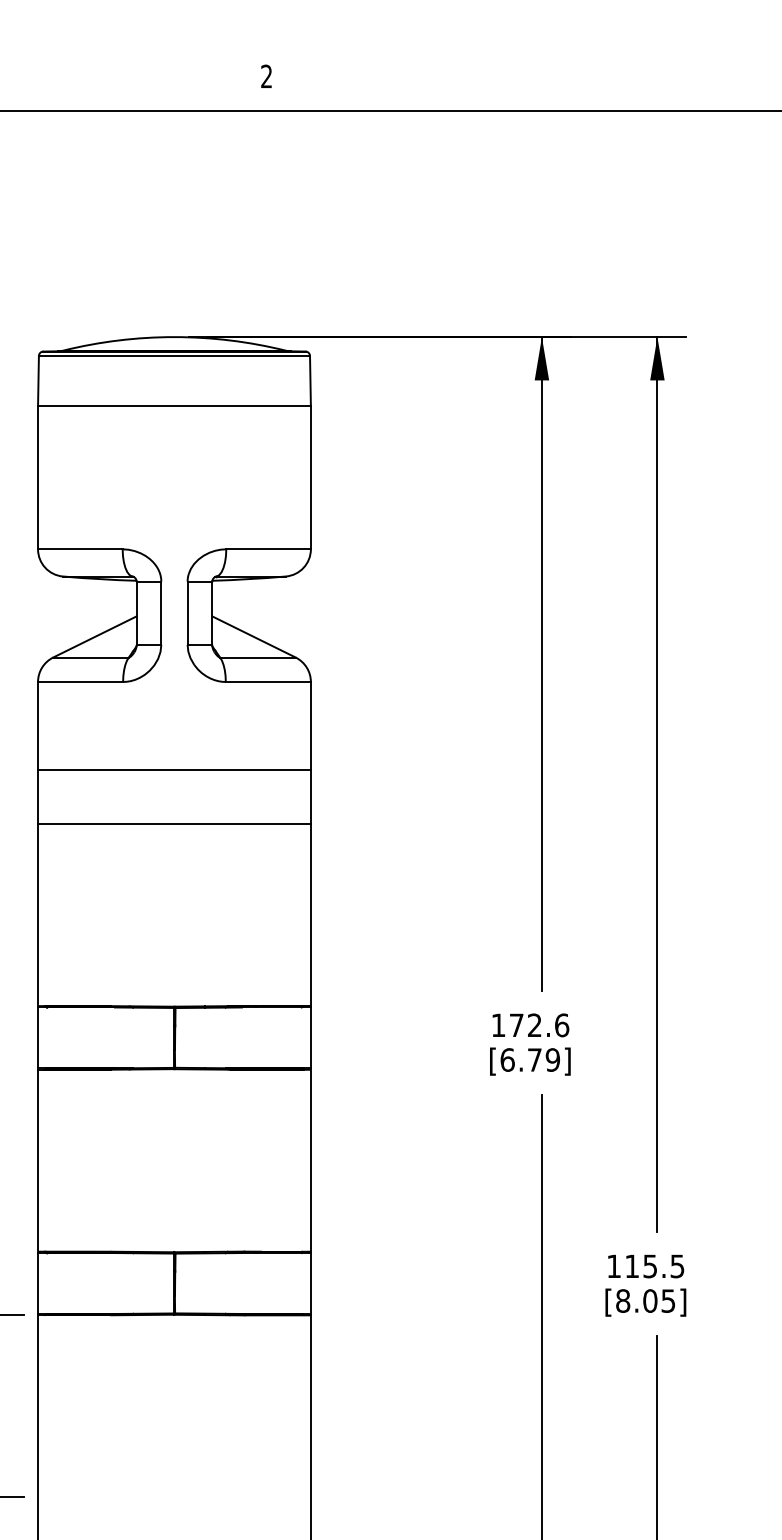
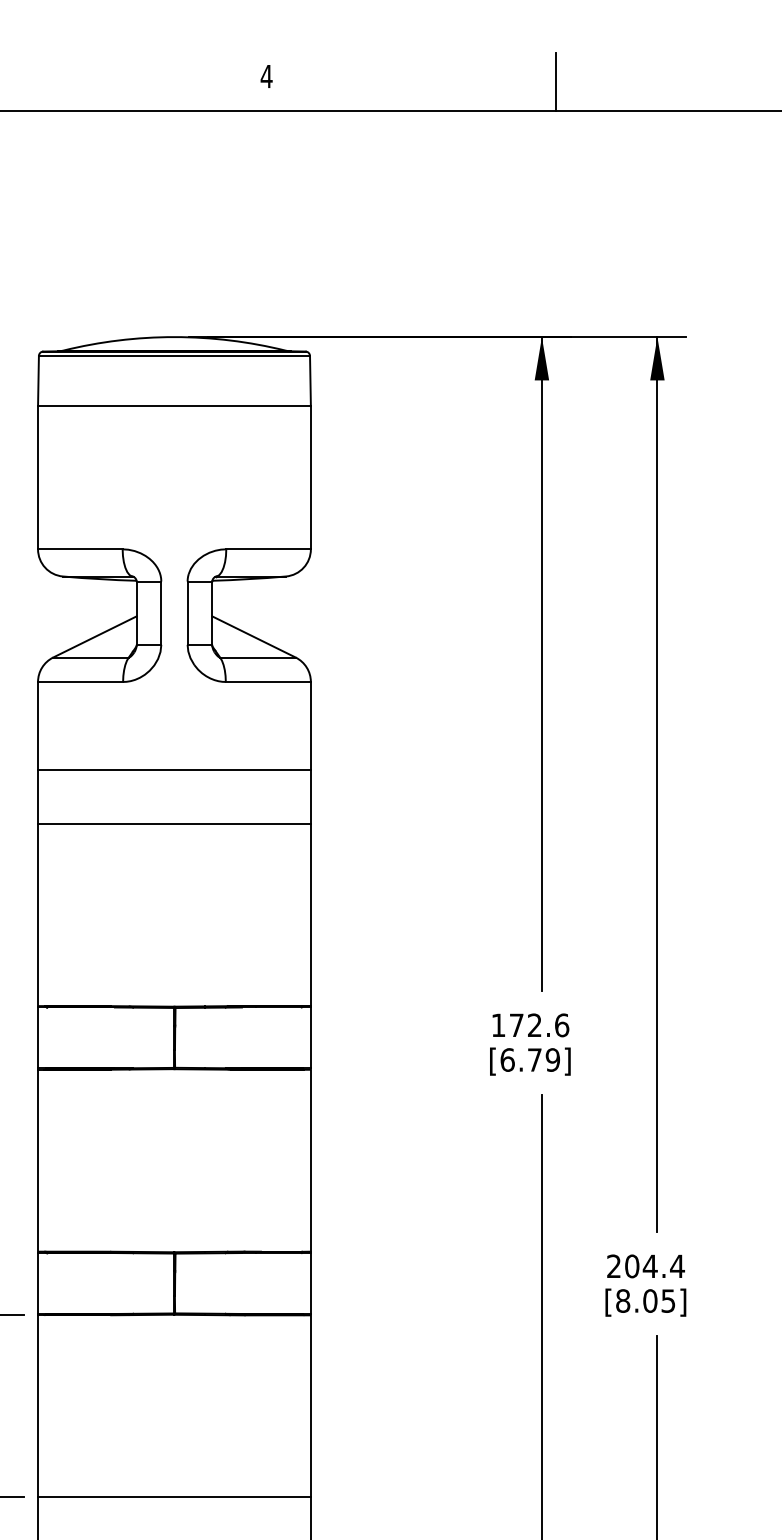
text at (266, 75): 2 -> 4
line at (555, 82): none -> present
text at (645, 1266): 115.5 -> 204.4
line at (174, 1497): none -> present
